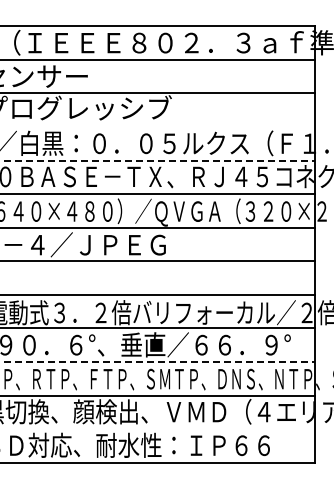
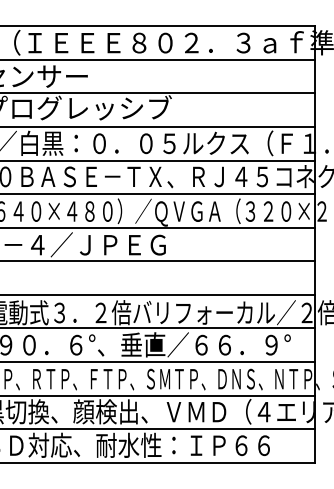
line at (158, 127): none -> present
line at (157, 160): dashed -> solid
line at (157, 361): dashed -> solid
line at (158, 429): none -> present
